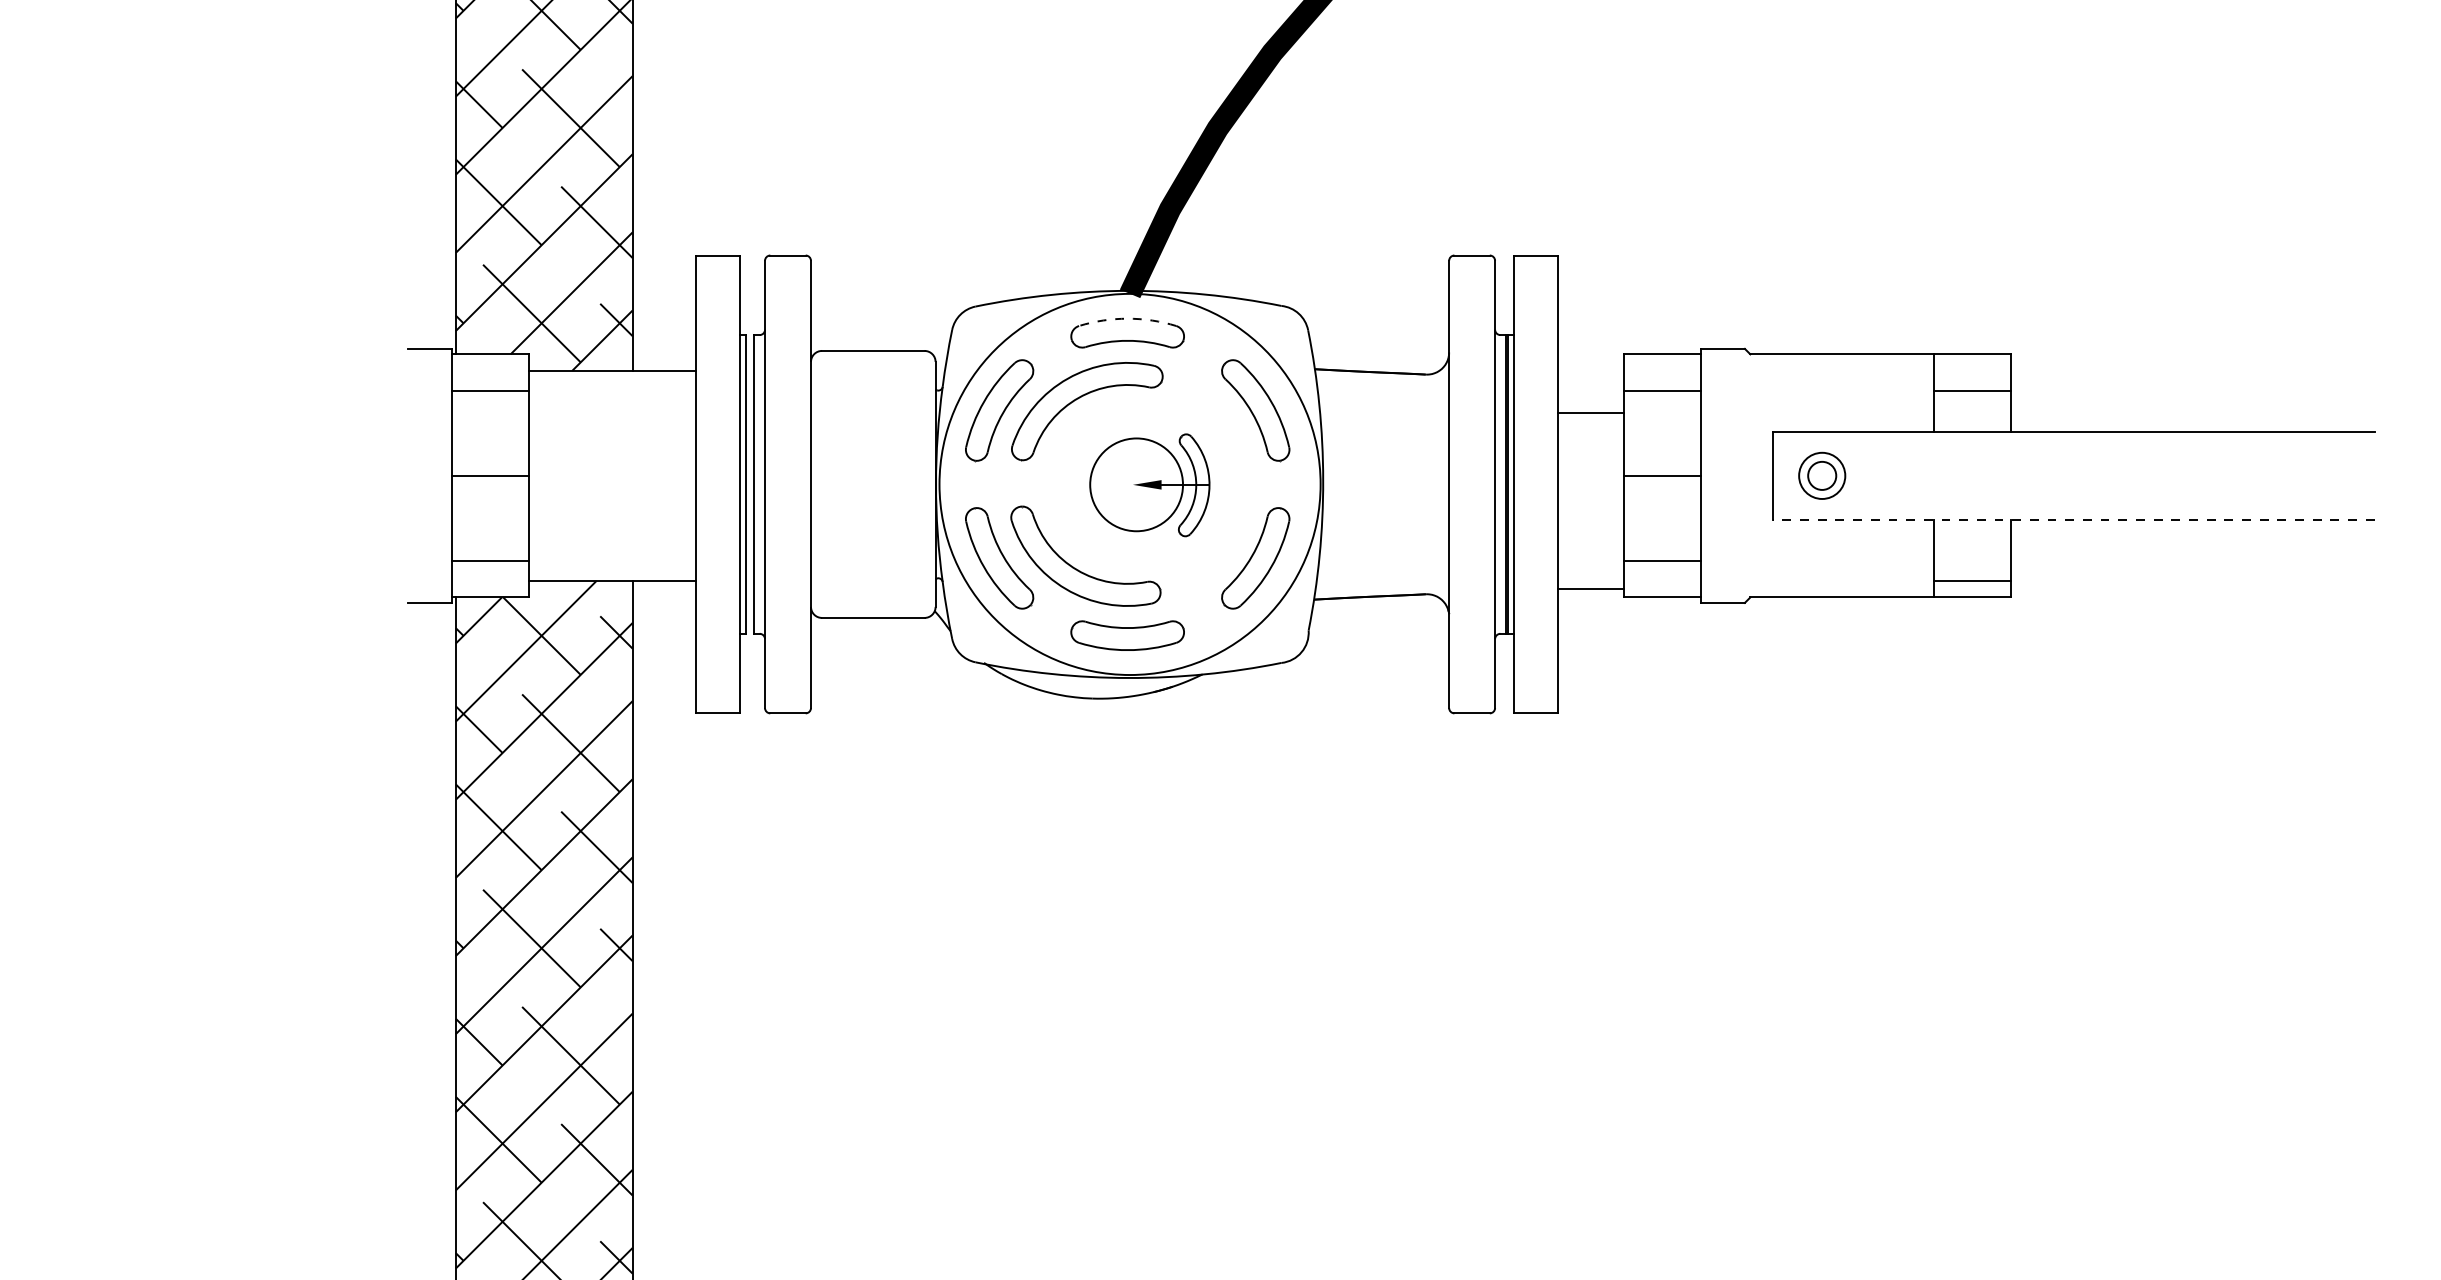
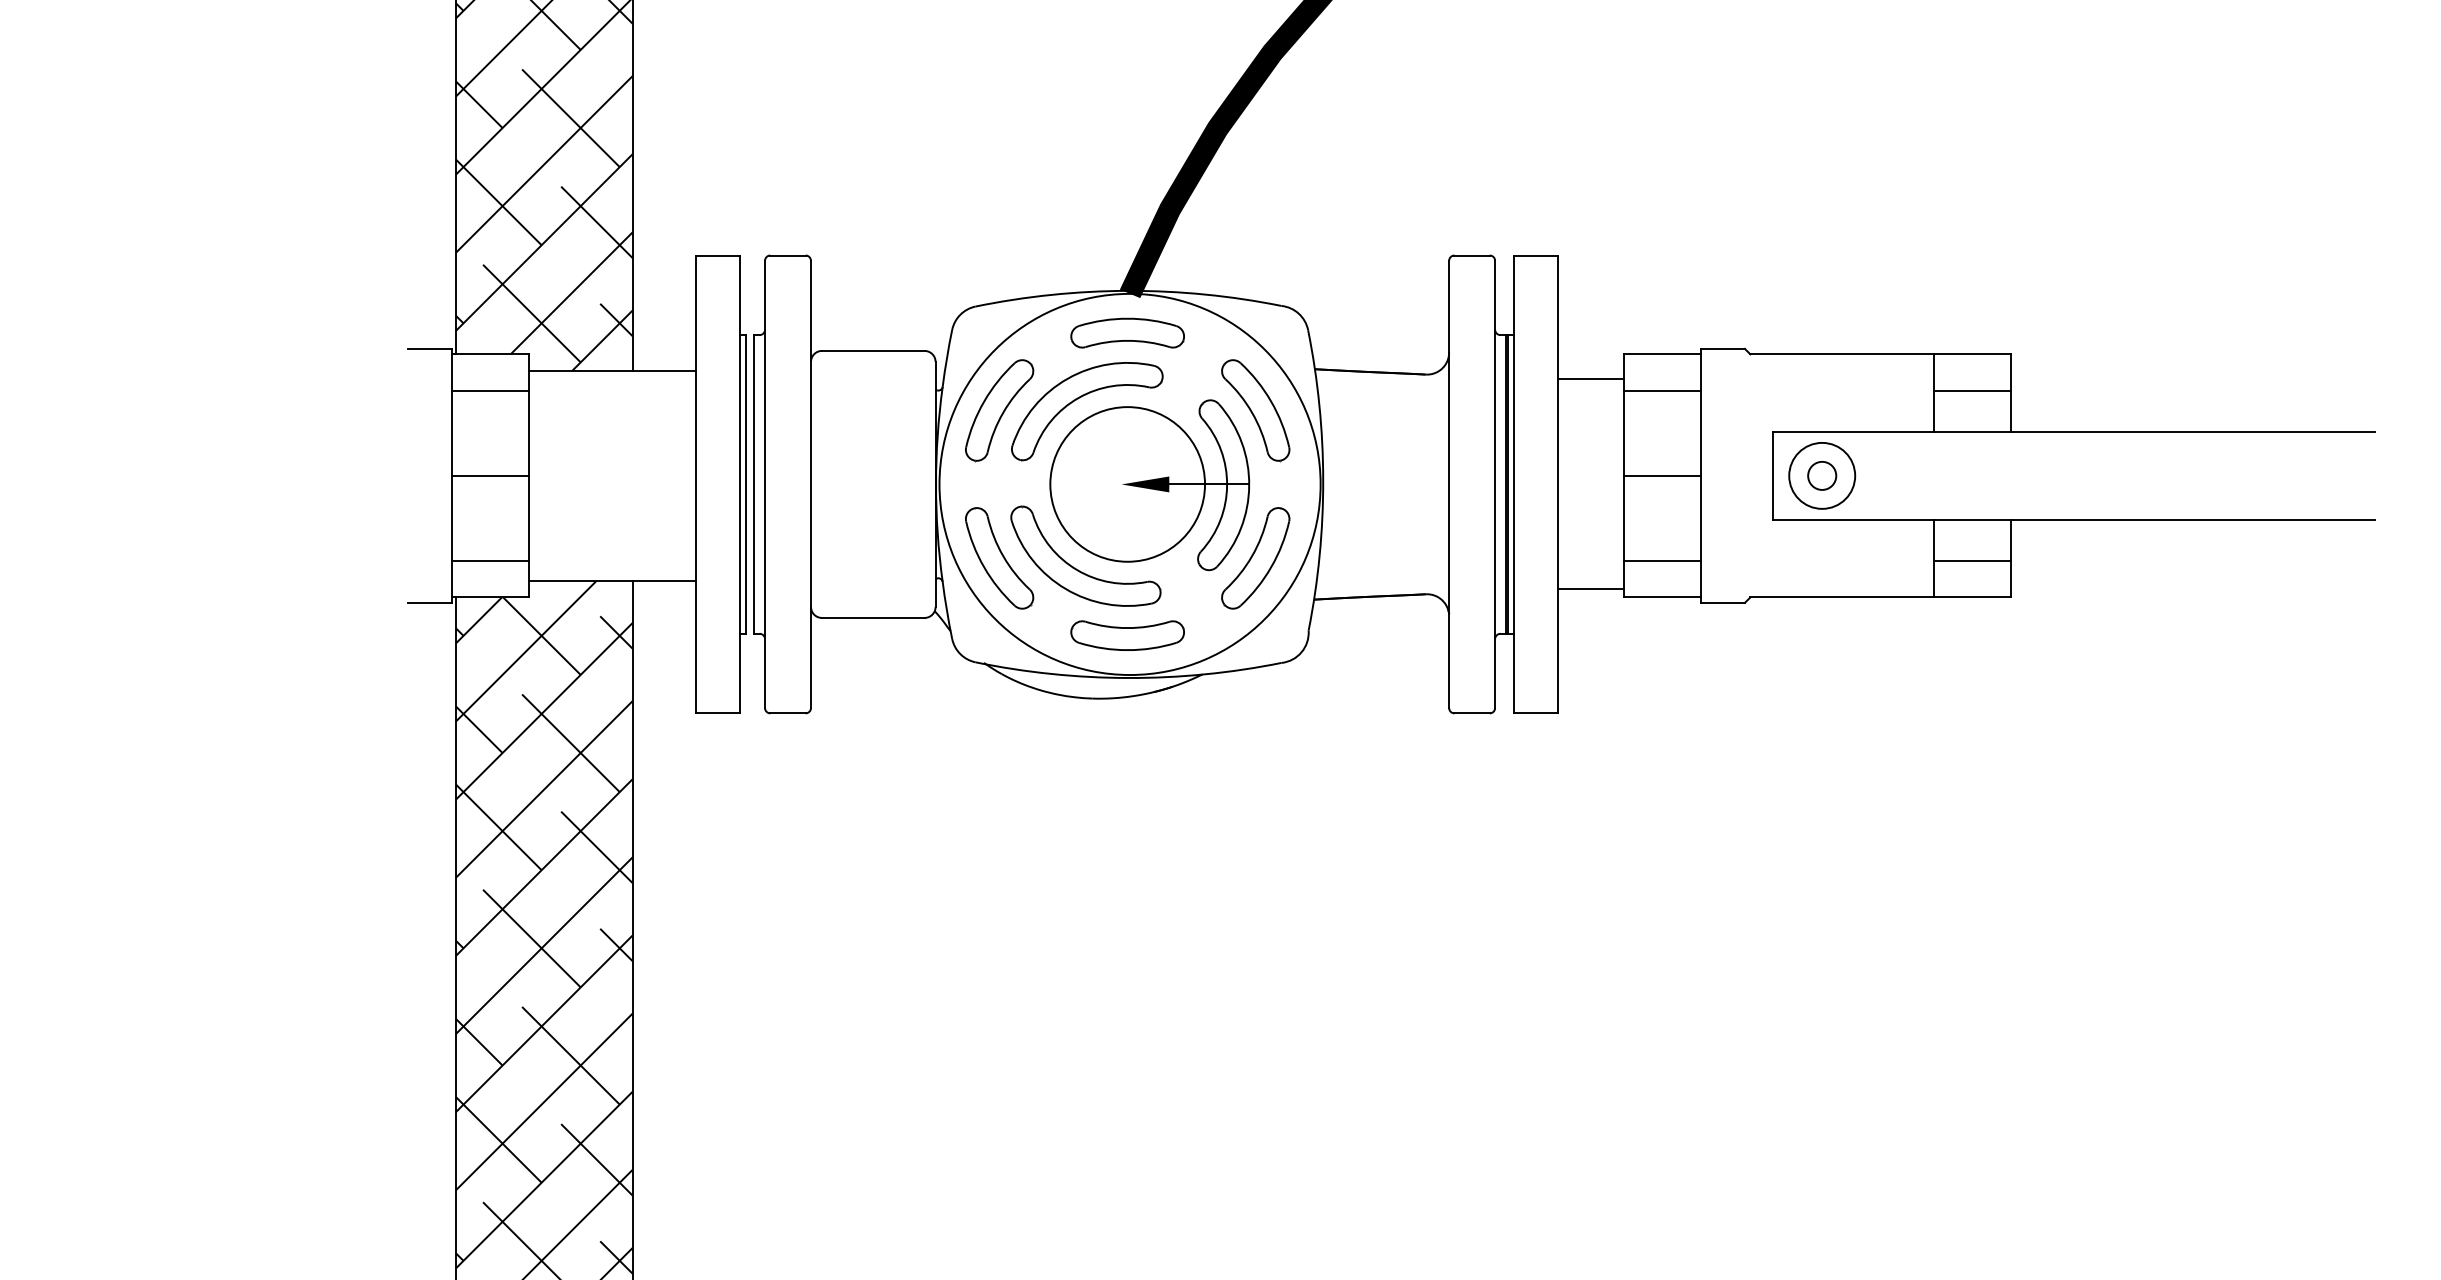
arc at (1127, 318): dashed -> solid
line at (1590, 413) position: (1590, 413) -> (1590, 379)
circle at (1822, 475) diameter: 46 px -> 66 px
part at (1149, 485) size: 122x105 px -> 202x173 px
line at (2073, 520): dashed -> solid
line at (1972, 580) position: (1972, 580) -> (1972, 560)
